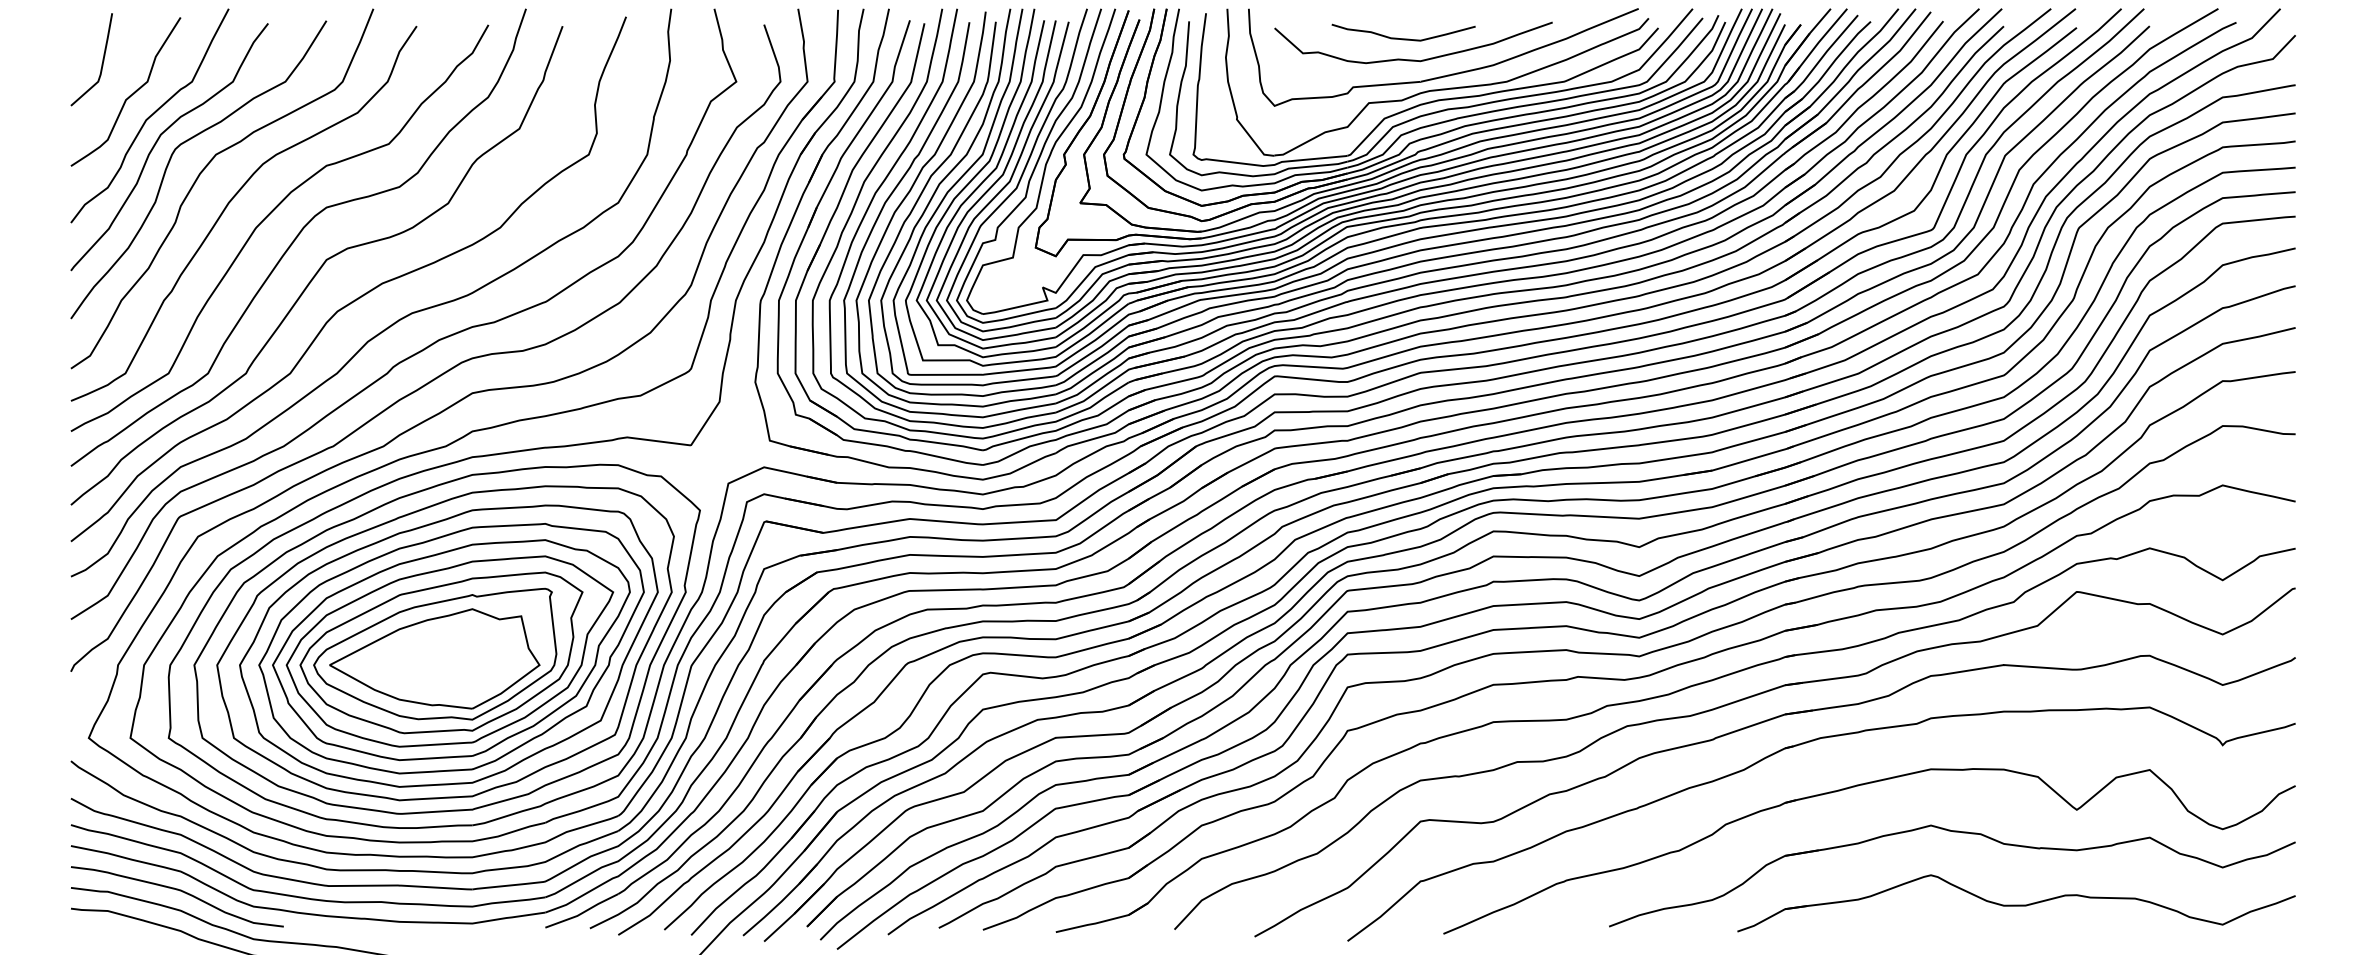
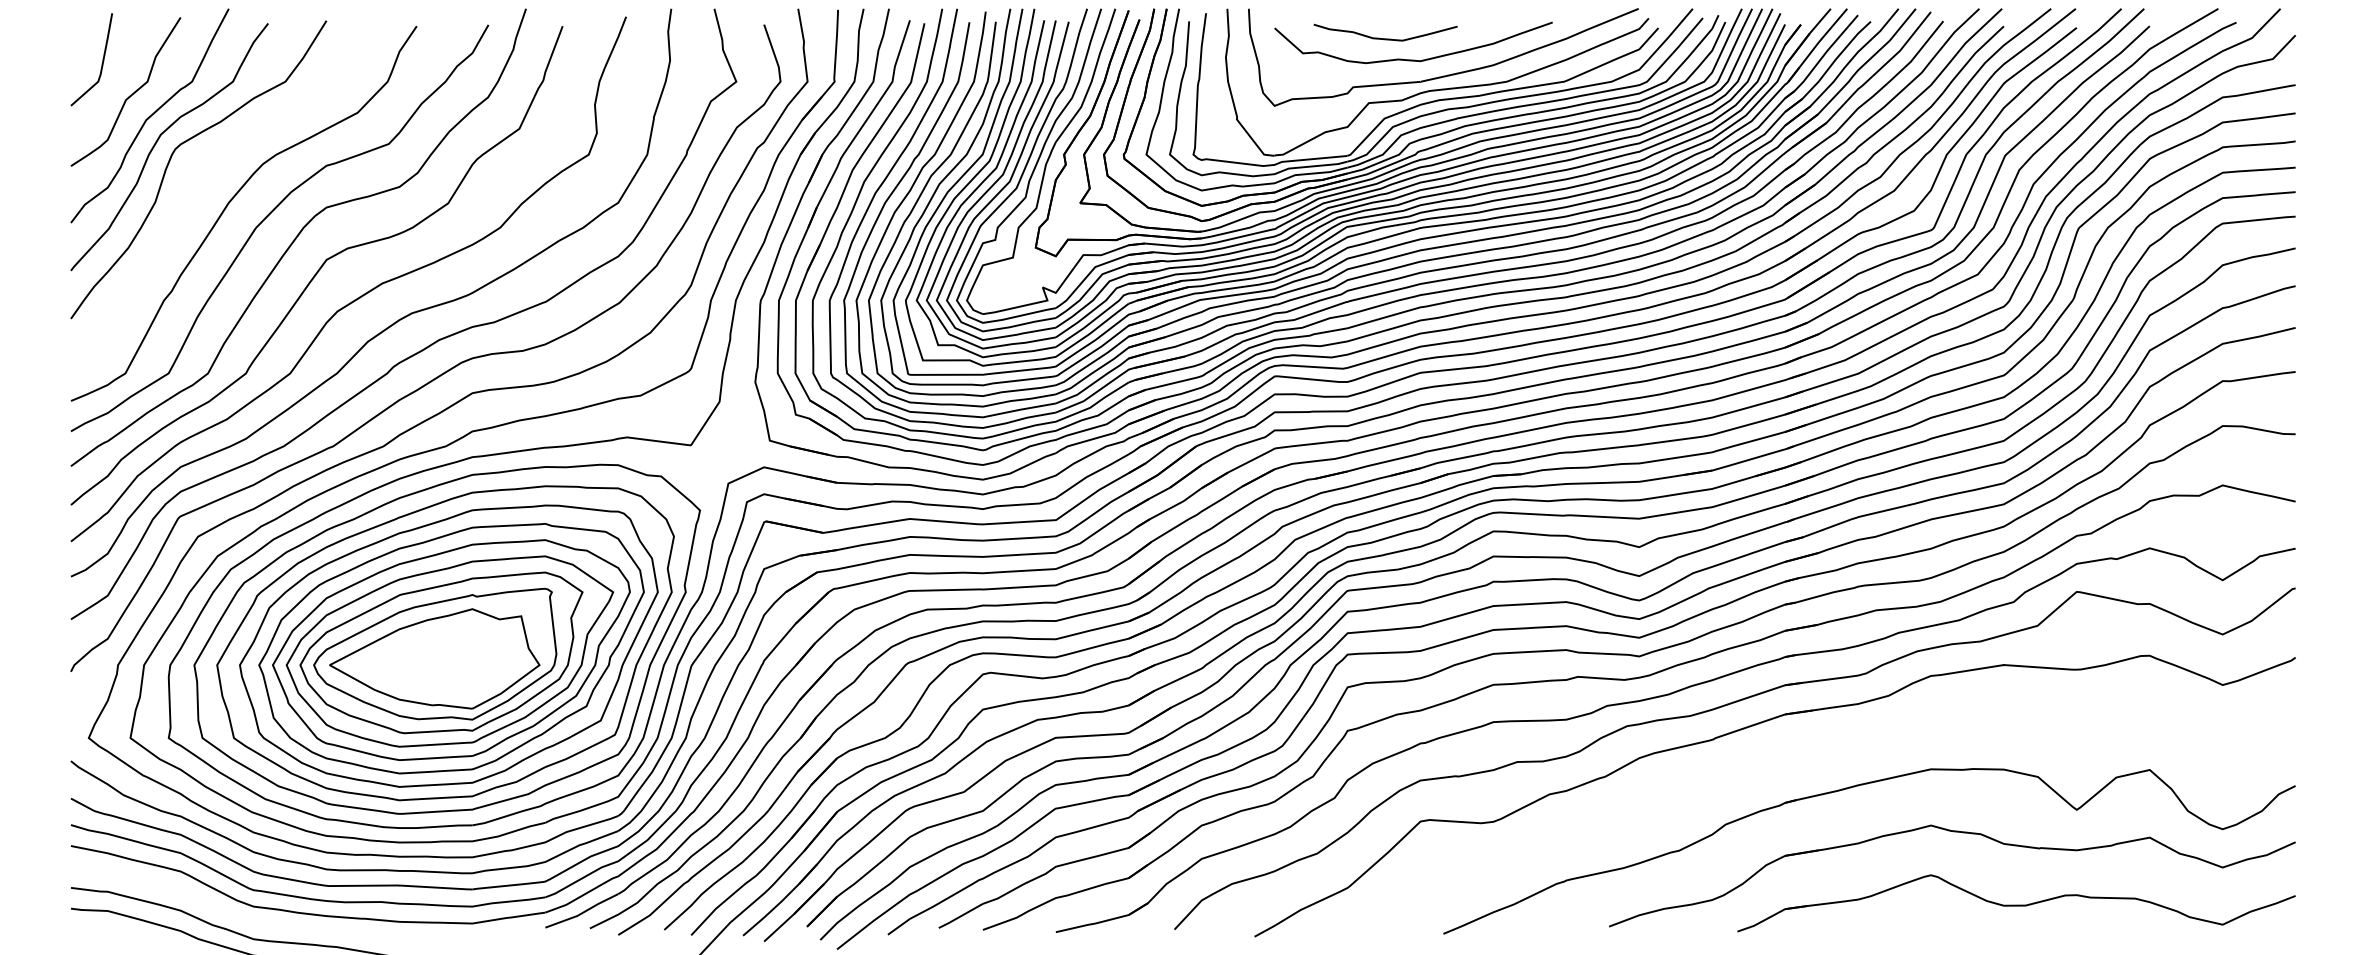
curve at (1403, 38) position: (1403, 38) -> (1385, 38)
curve at (204, 170): present -> none
part at (1800, 745): present -> none
curve at (179, 891): present -> none
